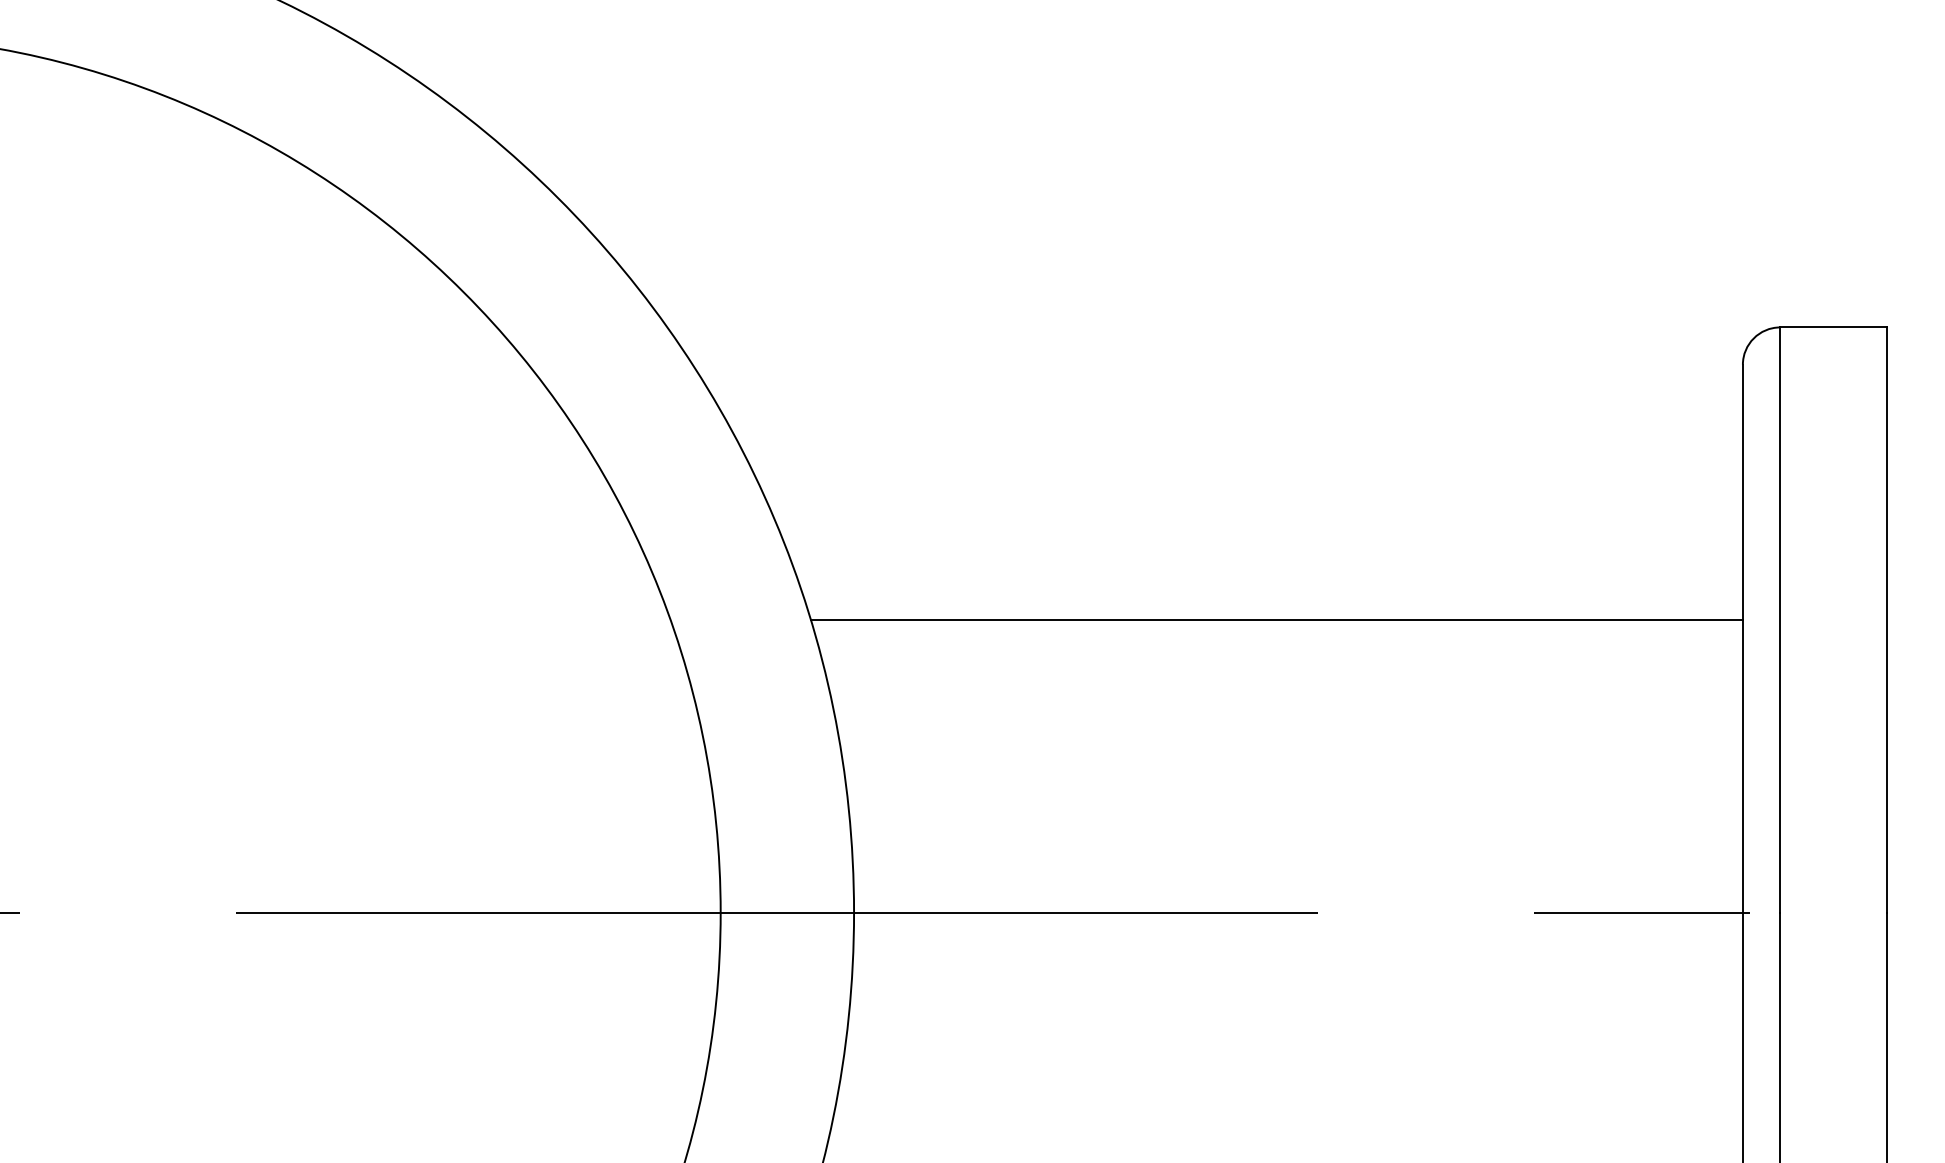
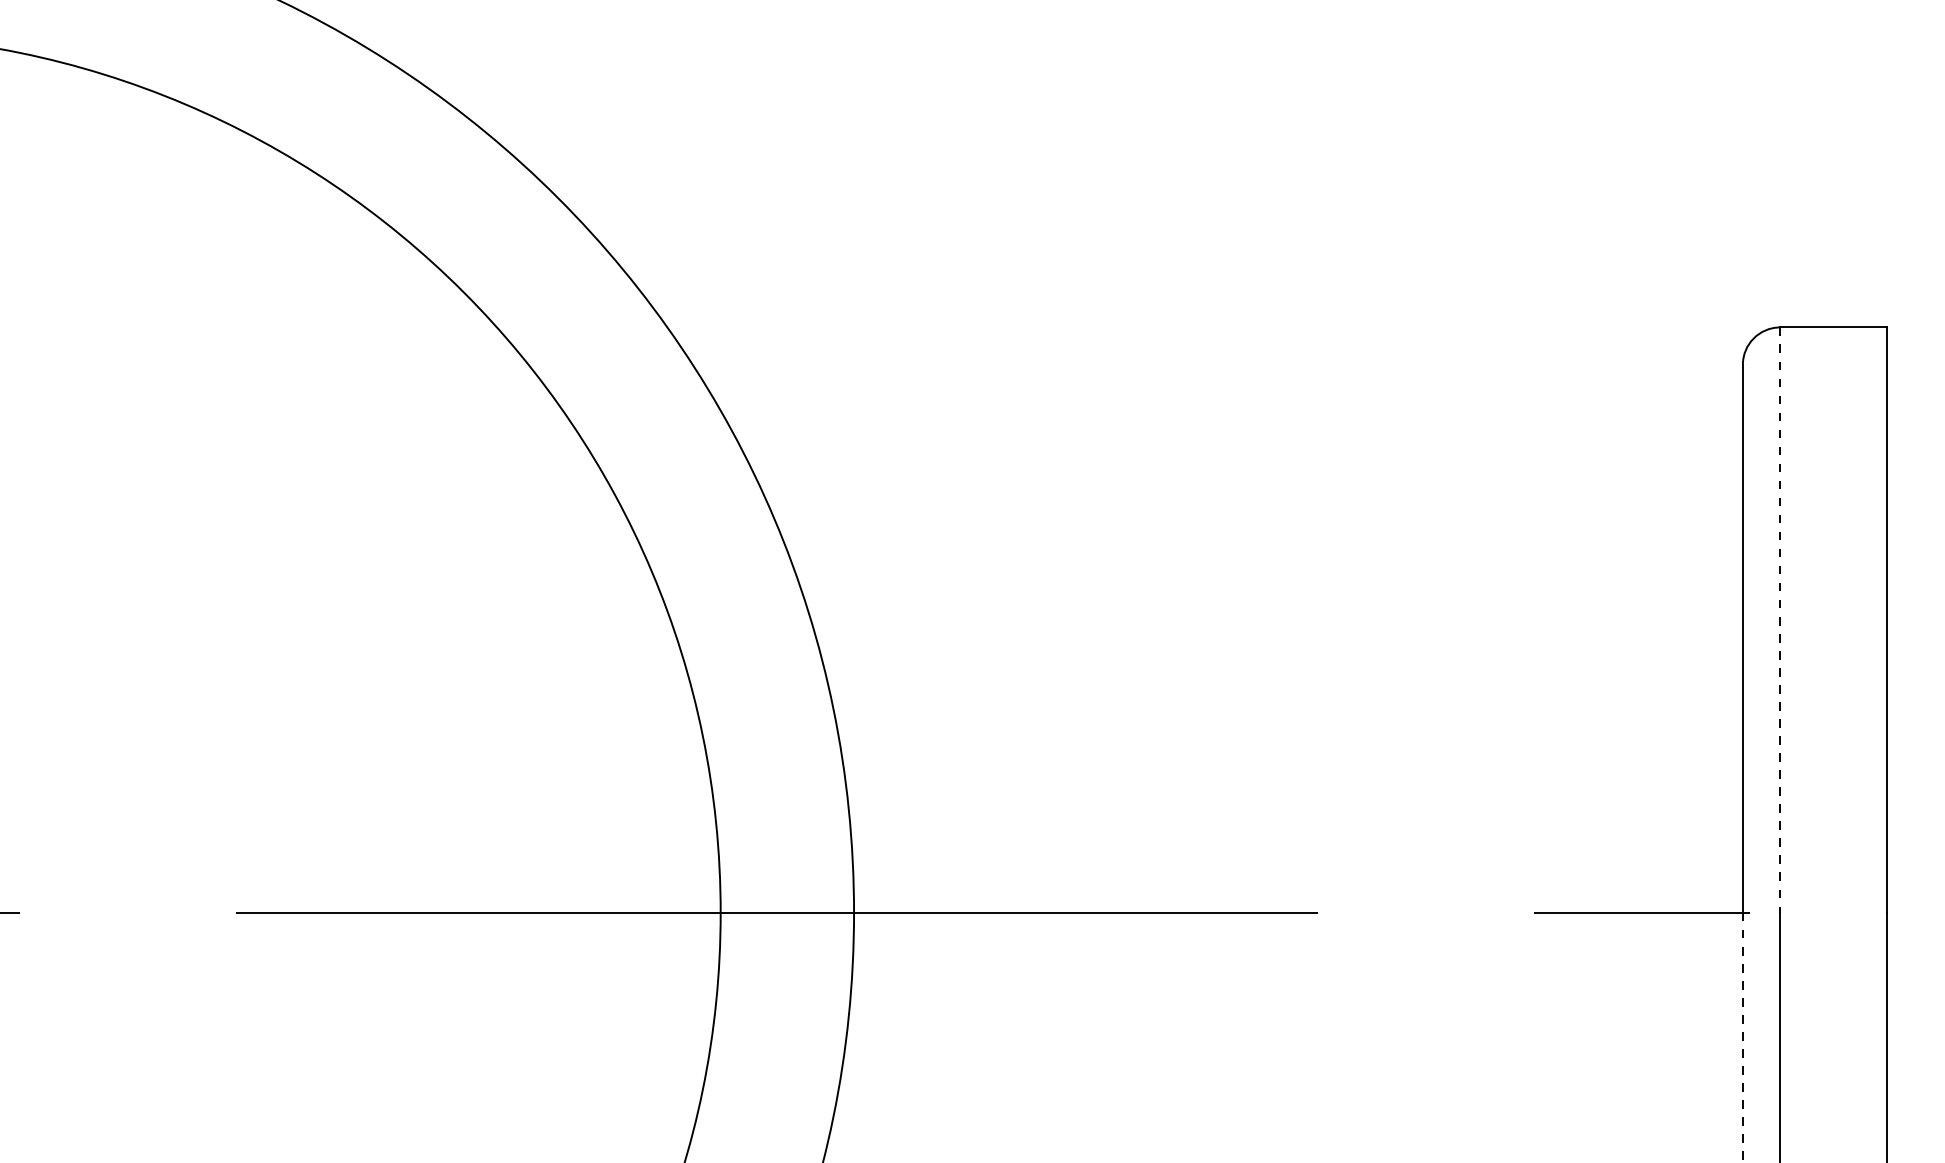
line at (1276, 620): present -> none
line at (1780, 620): solid -> dashed
line at (1742, 1037): solid -> dashed
